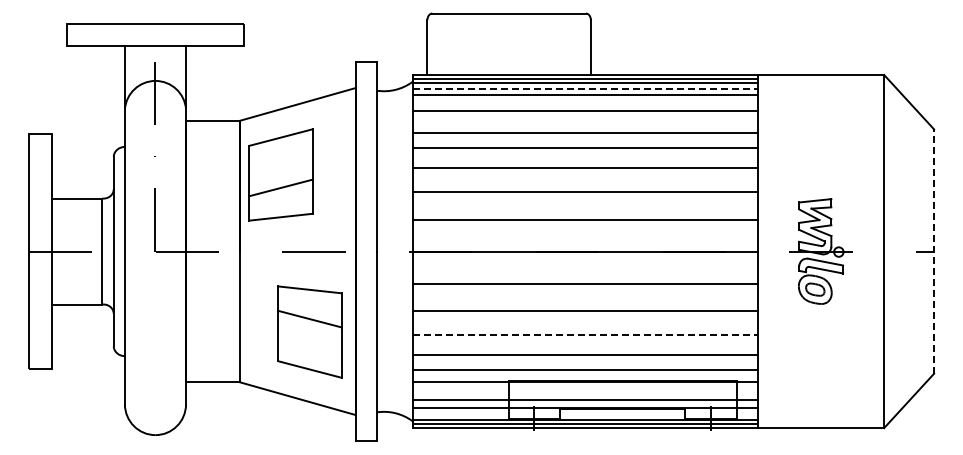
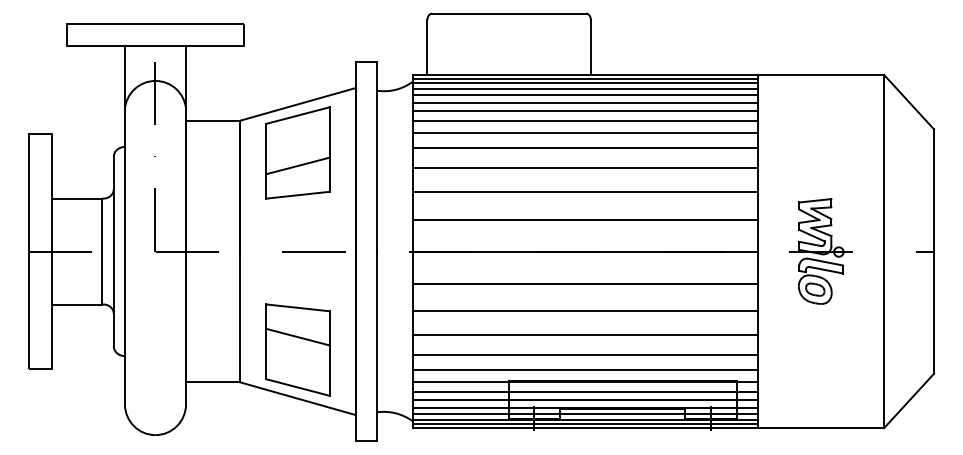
line at (585, 88): dashed -> solid
line at (585, 103): none -> present
line at (585, 121): none -> present
part at (280, 174) position: (280, 174) -> (297, 152)
line at (934, 251): dashed -> solid
part at (309, 331) position: (309, 331) -> (297, 349)
line at (585, 335): dashed -> solid
line at (585, 391): none -> present
line at (585, 414): none -> present
